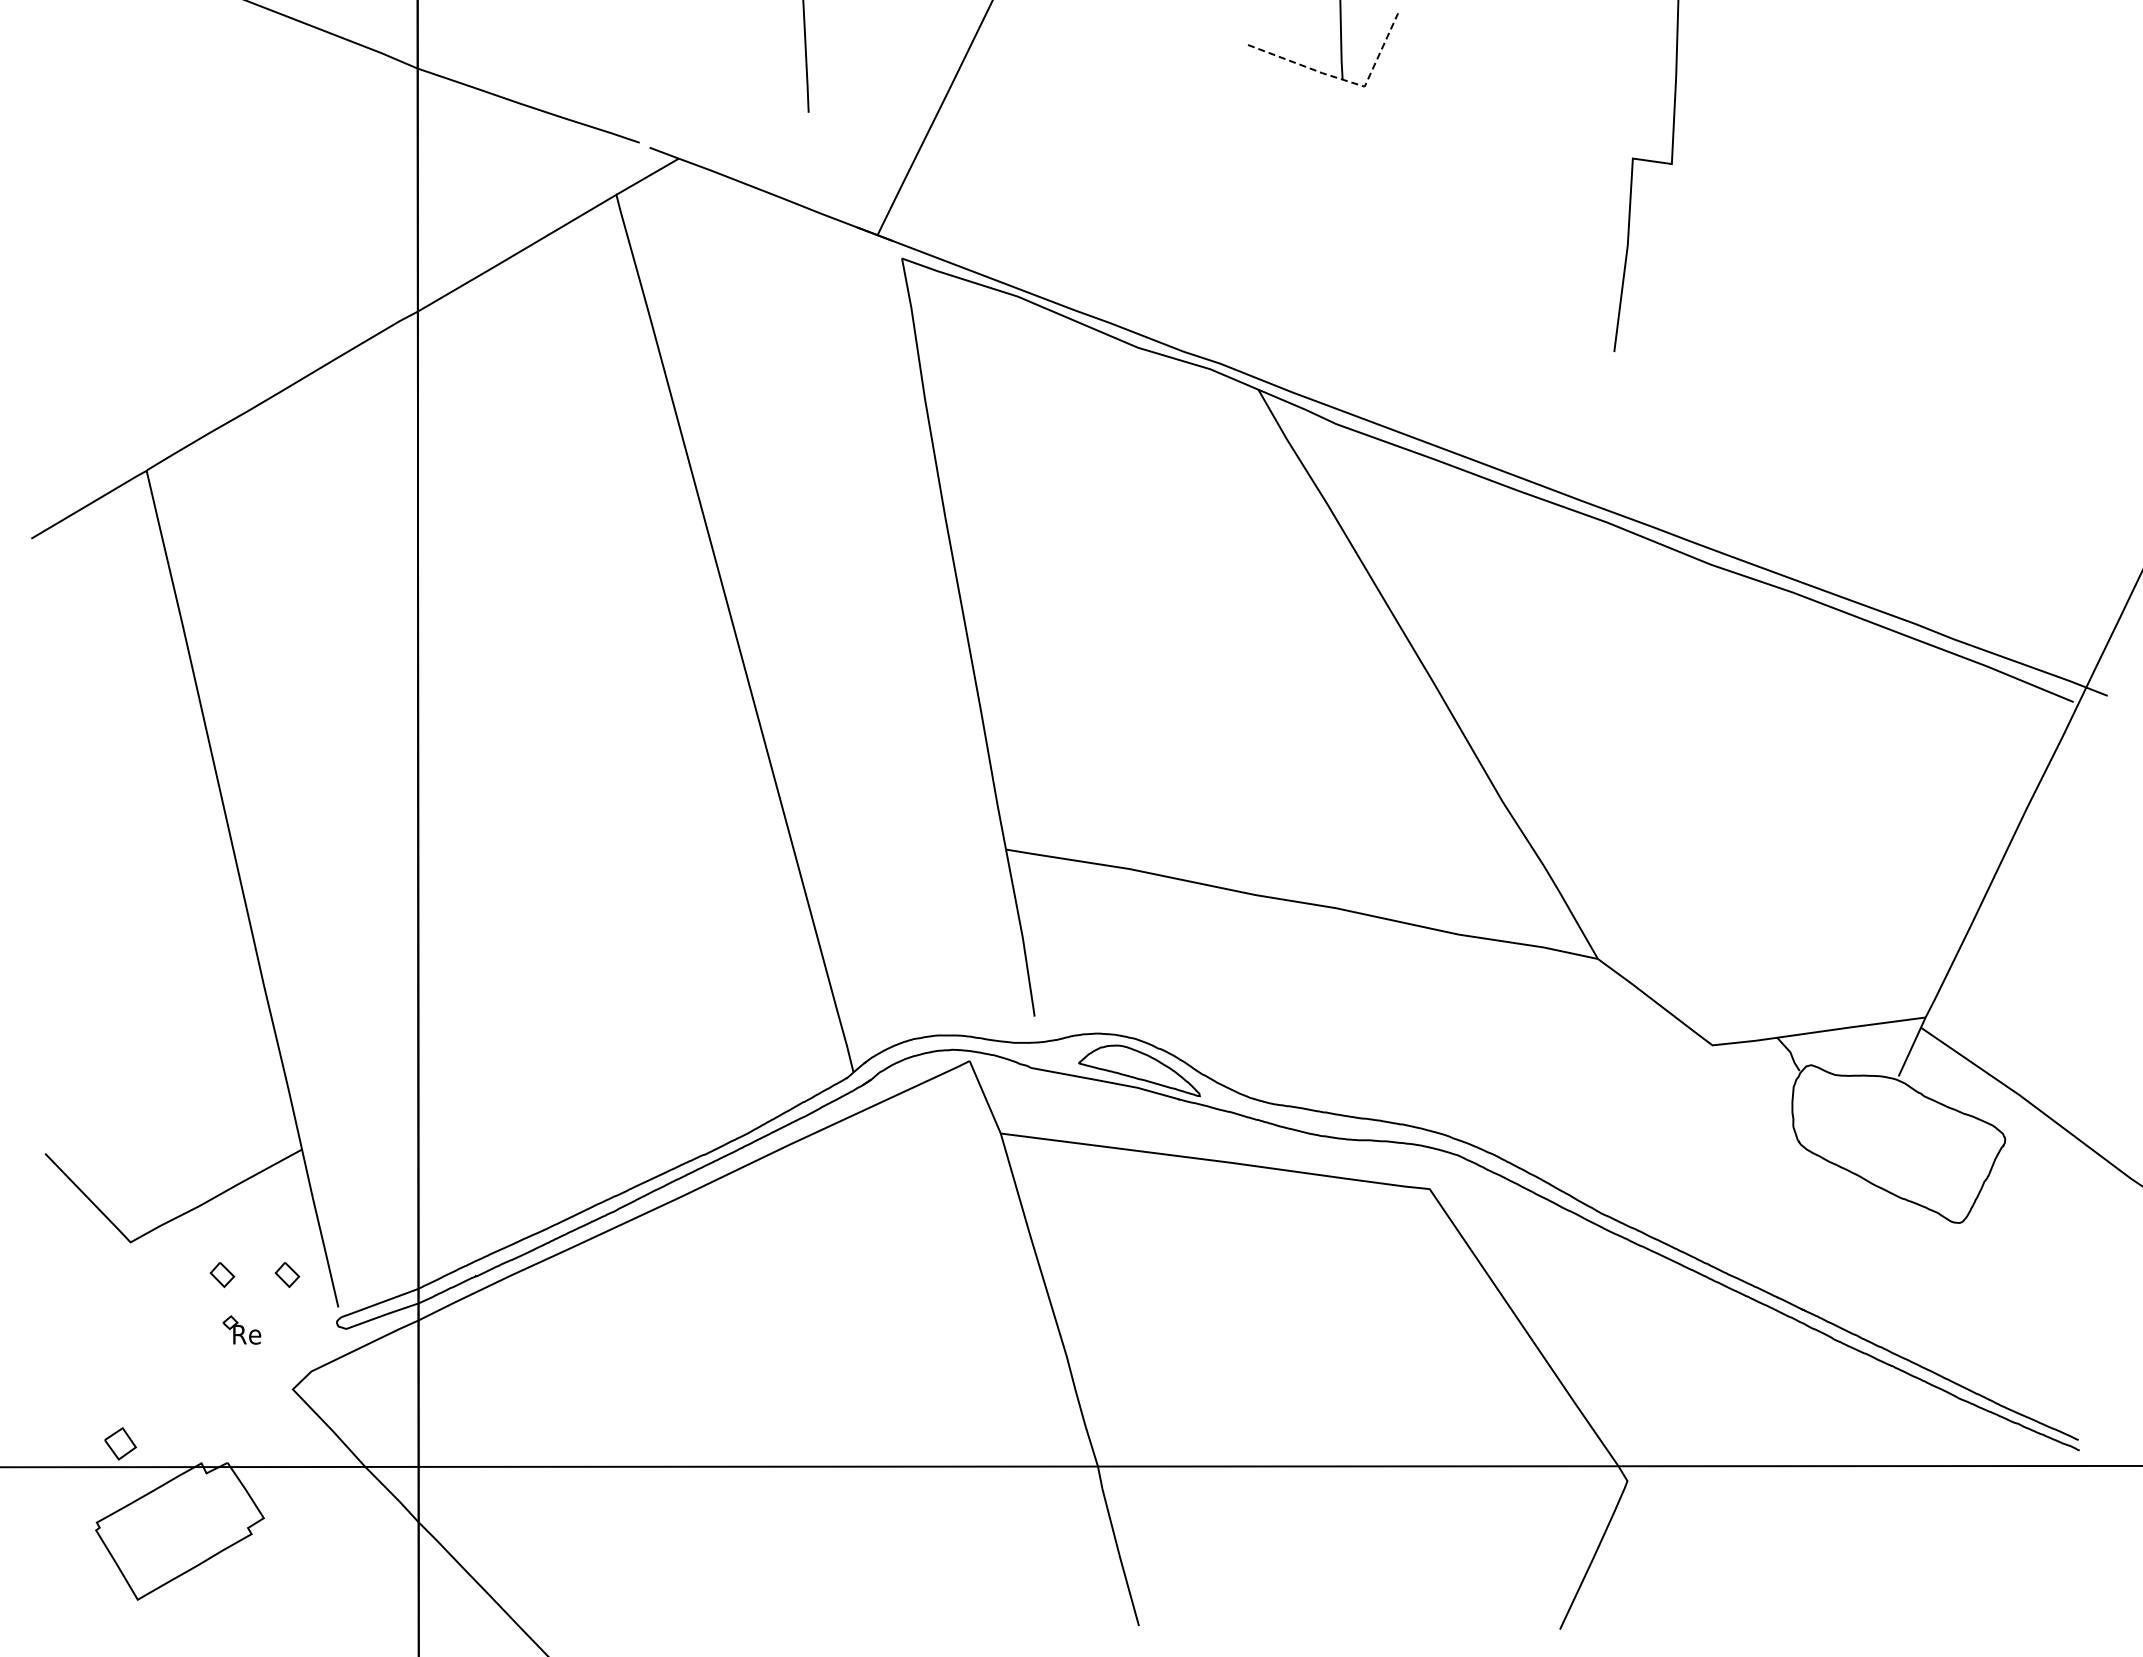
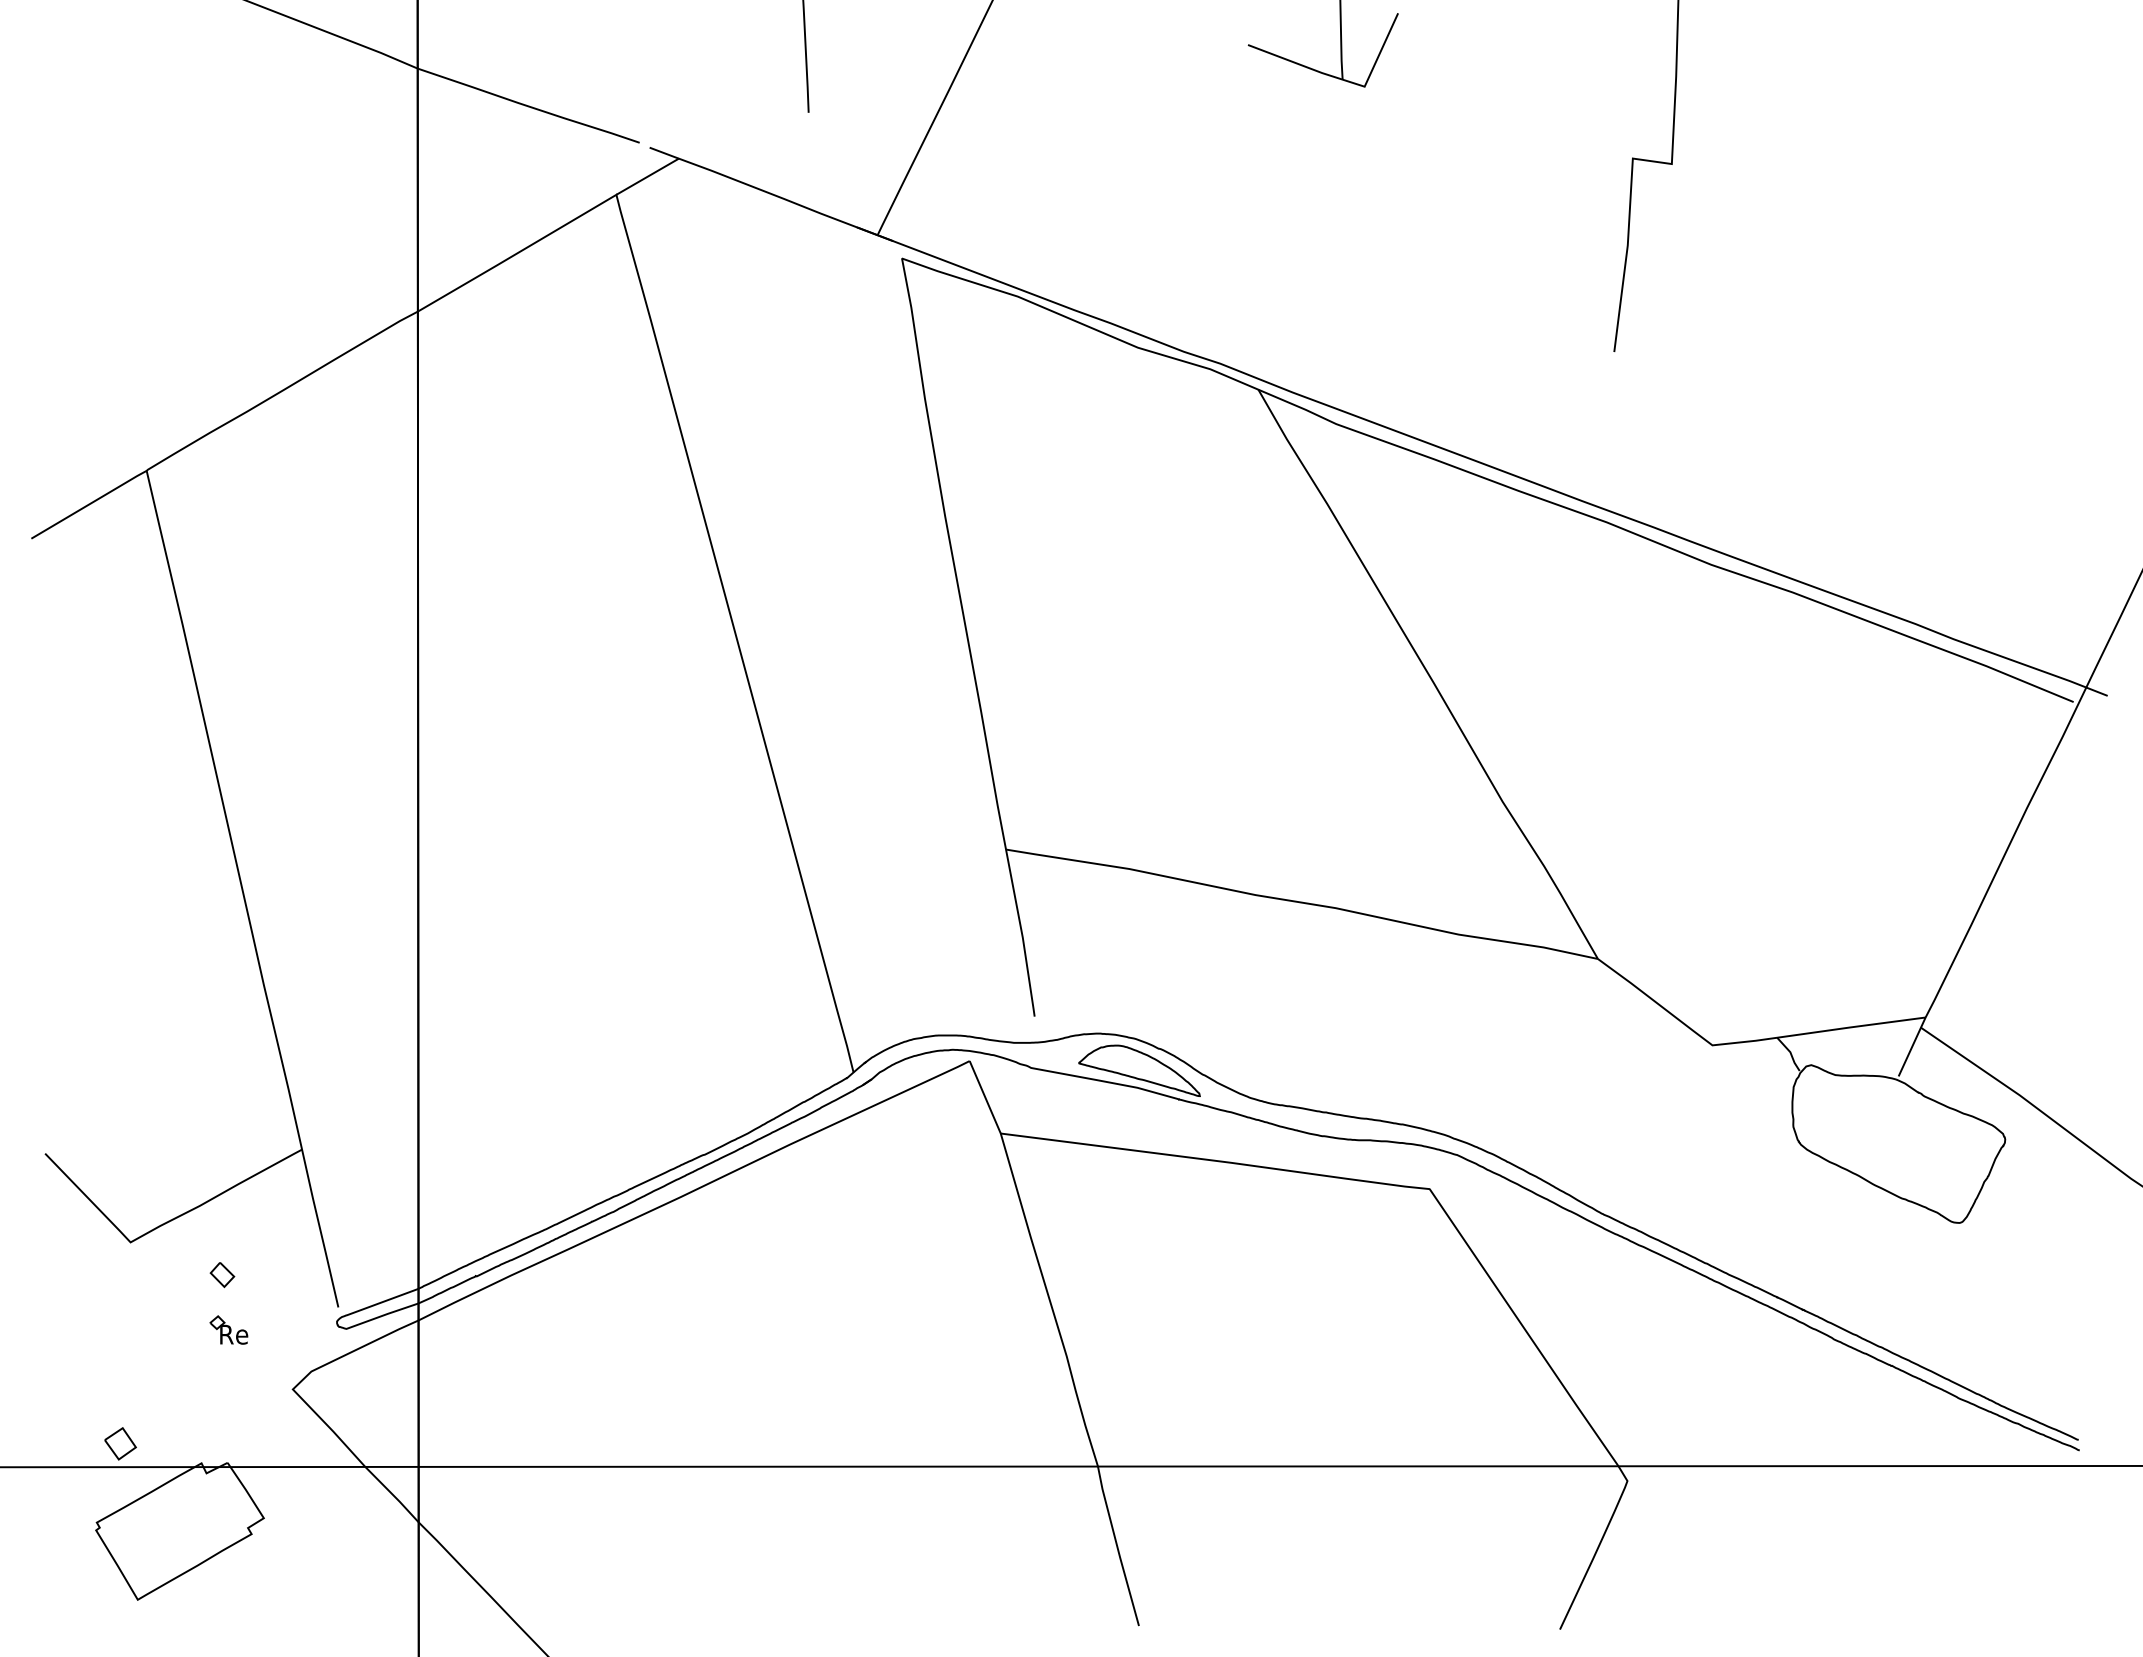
line at (1343, 80): dashed -> solid
part at (287, 1275): present -> none
part at (241, 1329) position: (241, 1329) -> (228, 1329)
